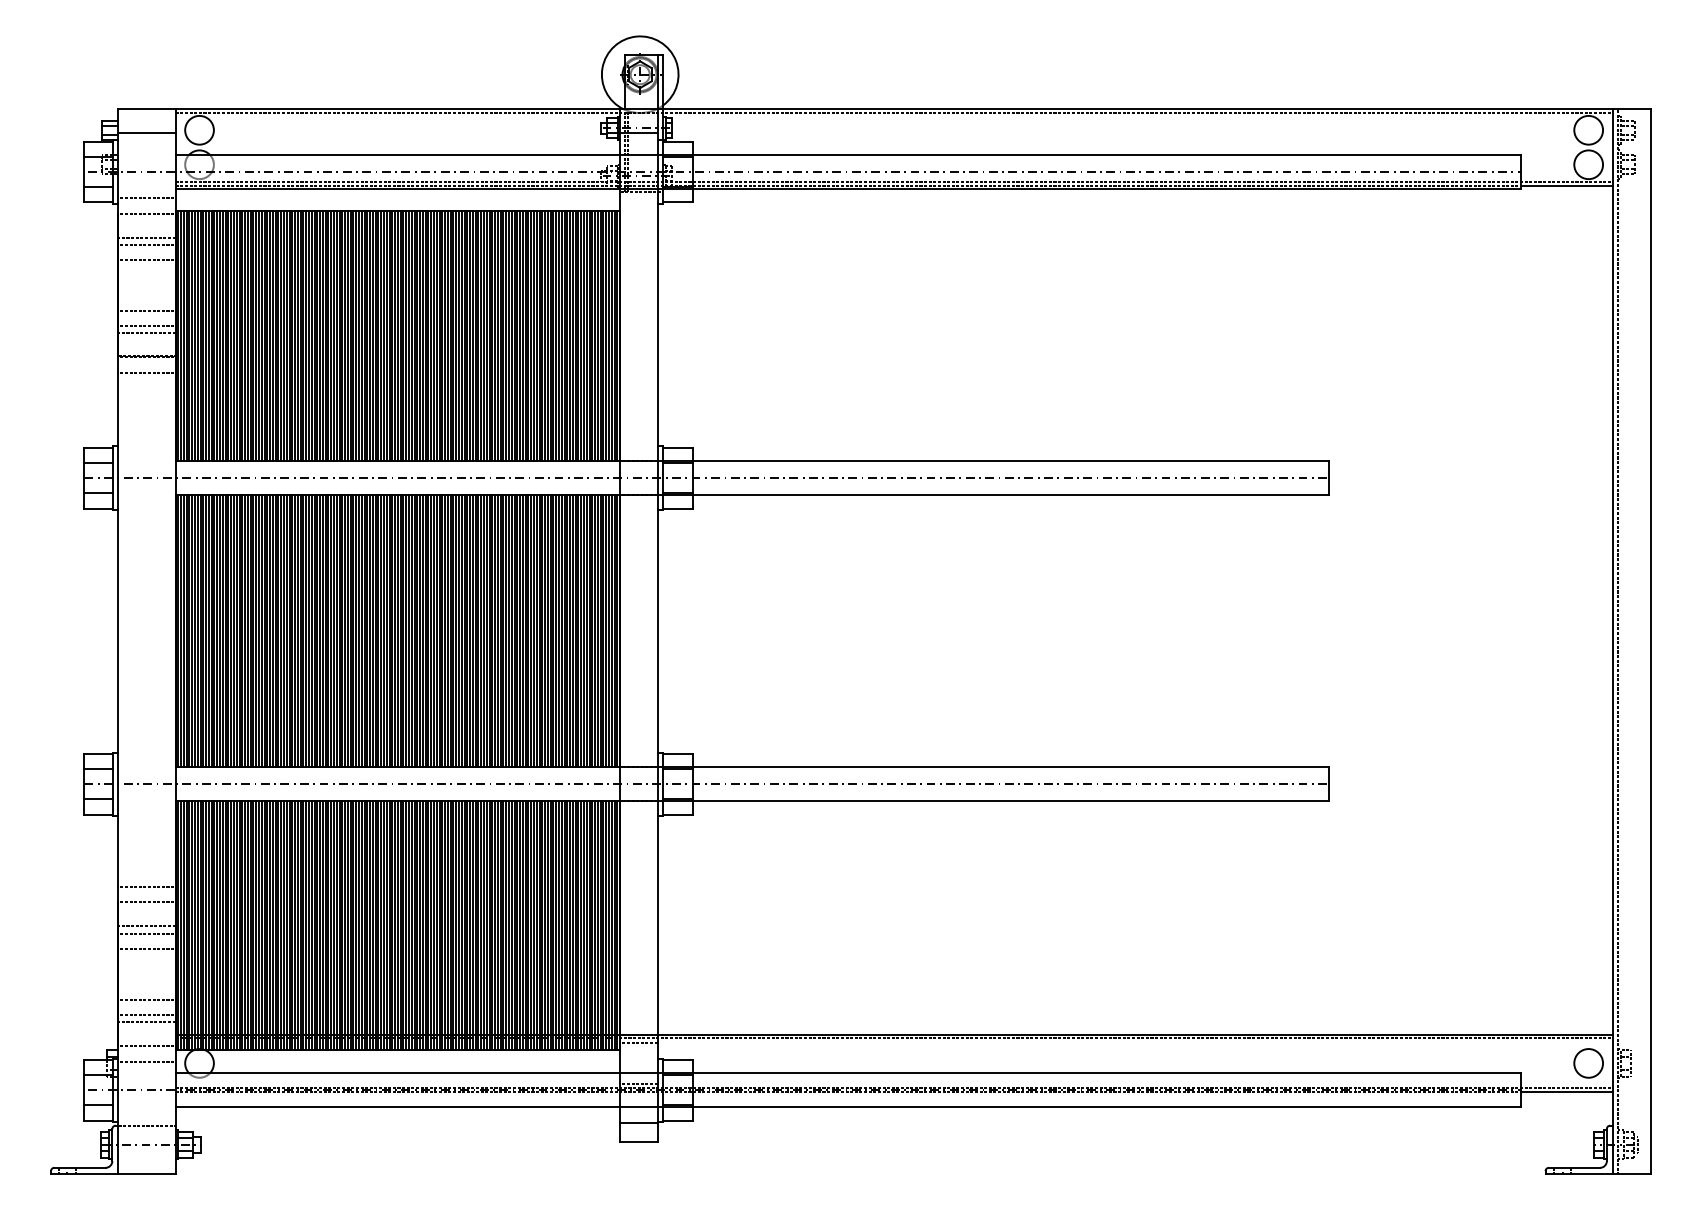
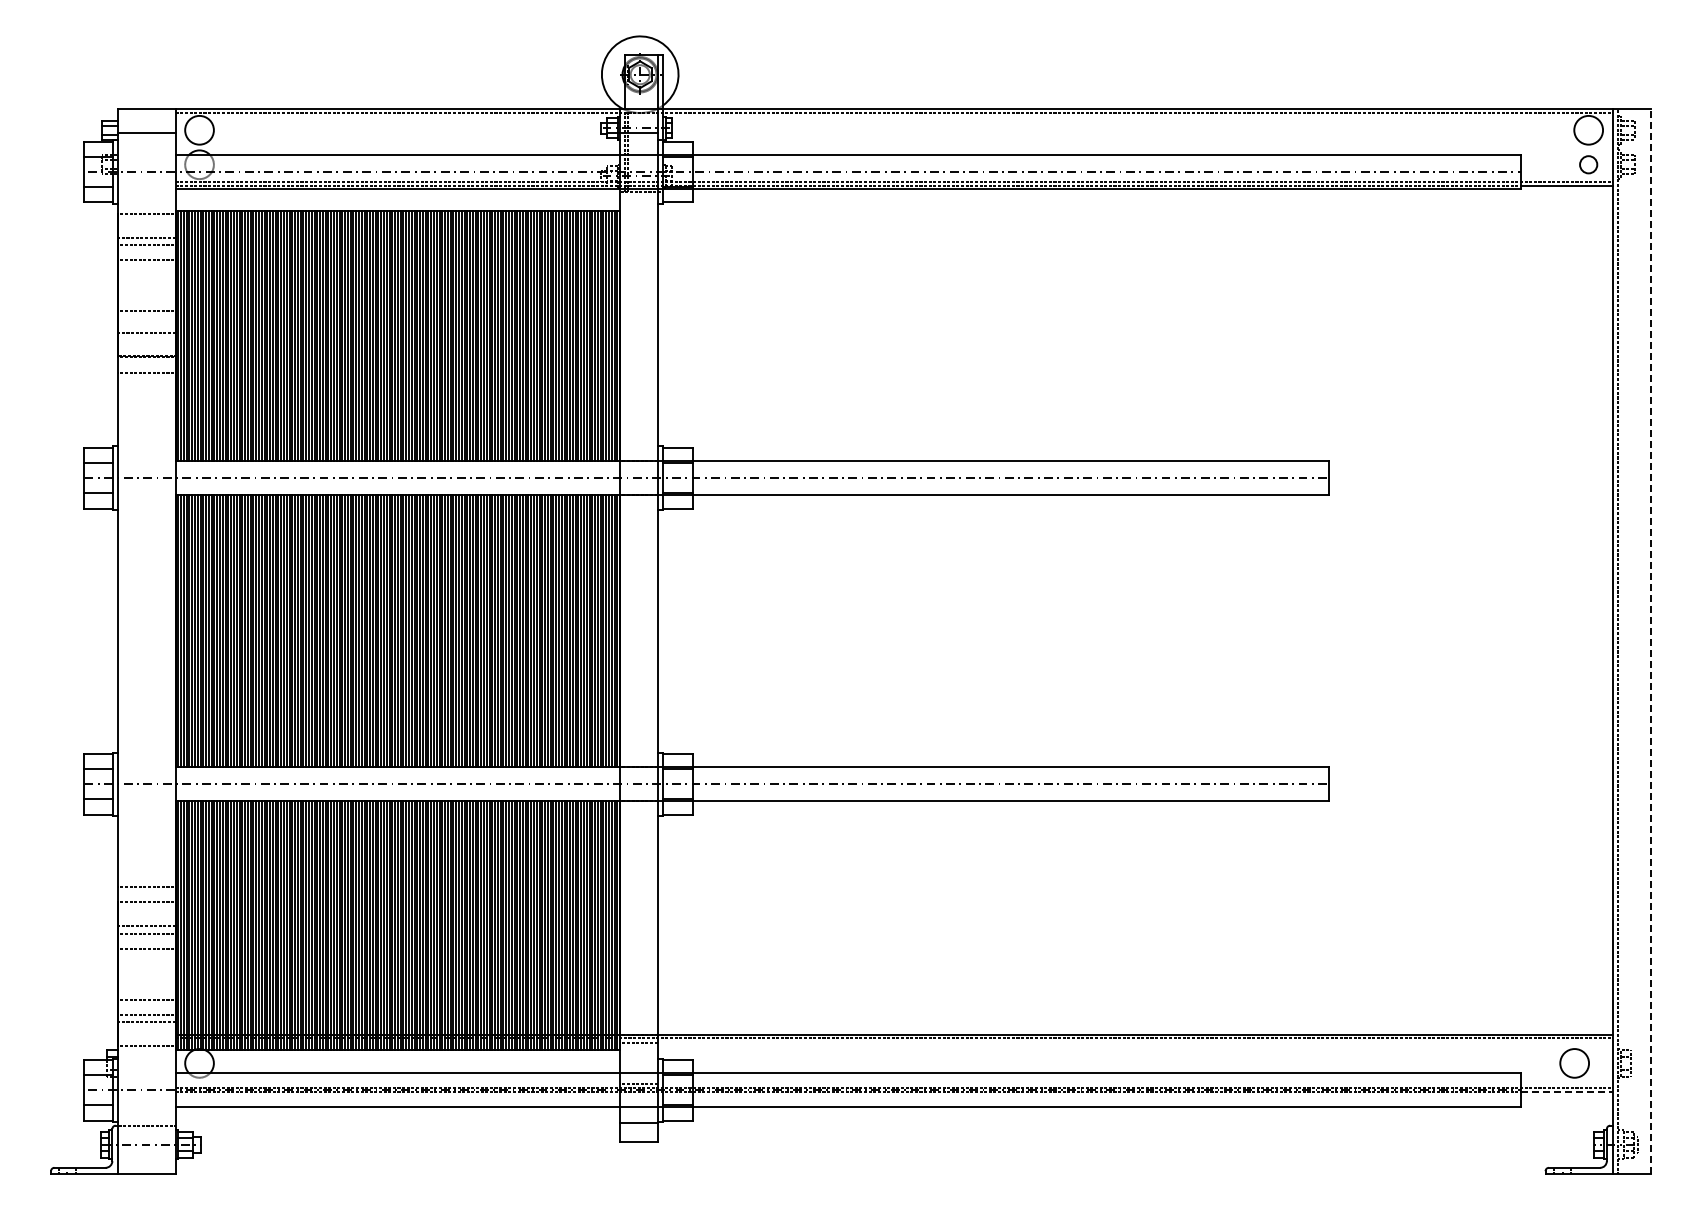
circle at (1588, 164) diameter: 29 px -> 17 px
line at (146, 198): present -> none
line at (146, 326): present -> none
line at (1650, 640): solid -> dashed
line at (146, 1061): present -> none
circle at (1588, 1063) position: (1588, 1063) -> (1574, 1063)
line at (1566, 1092): solid -> dashed
